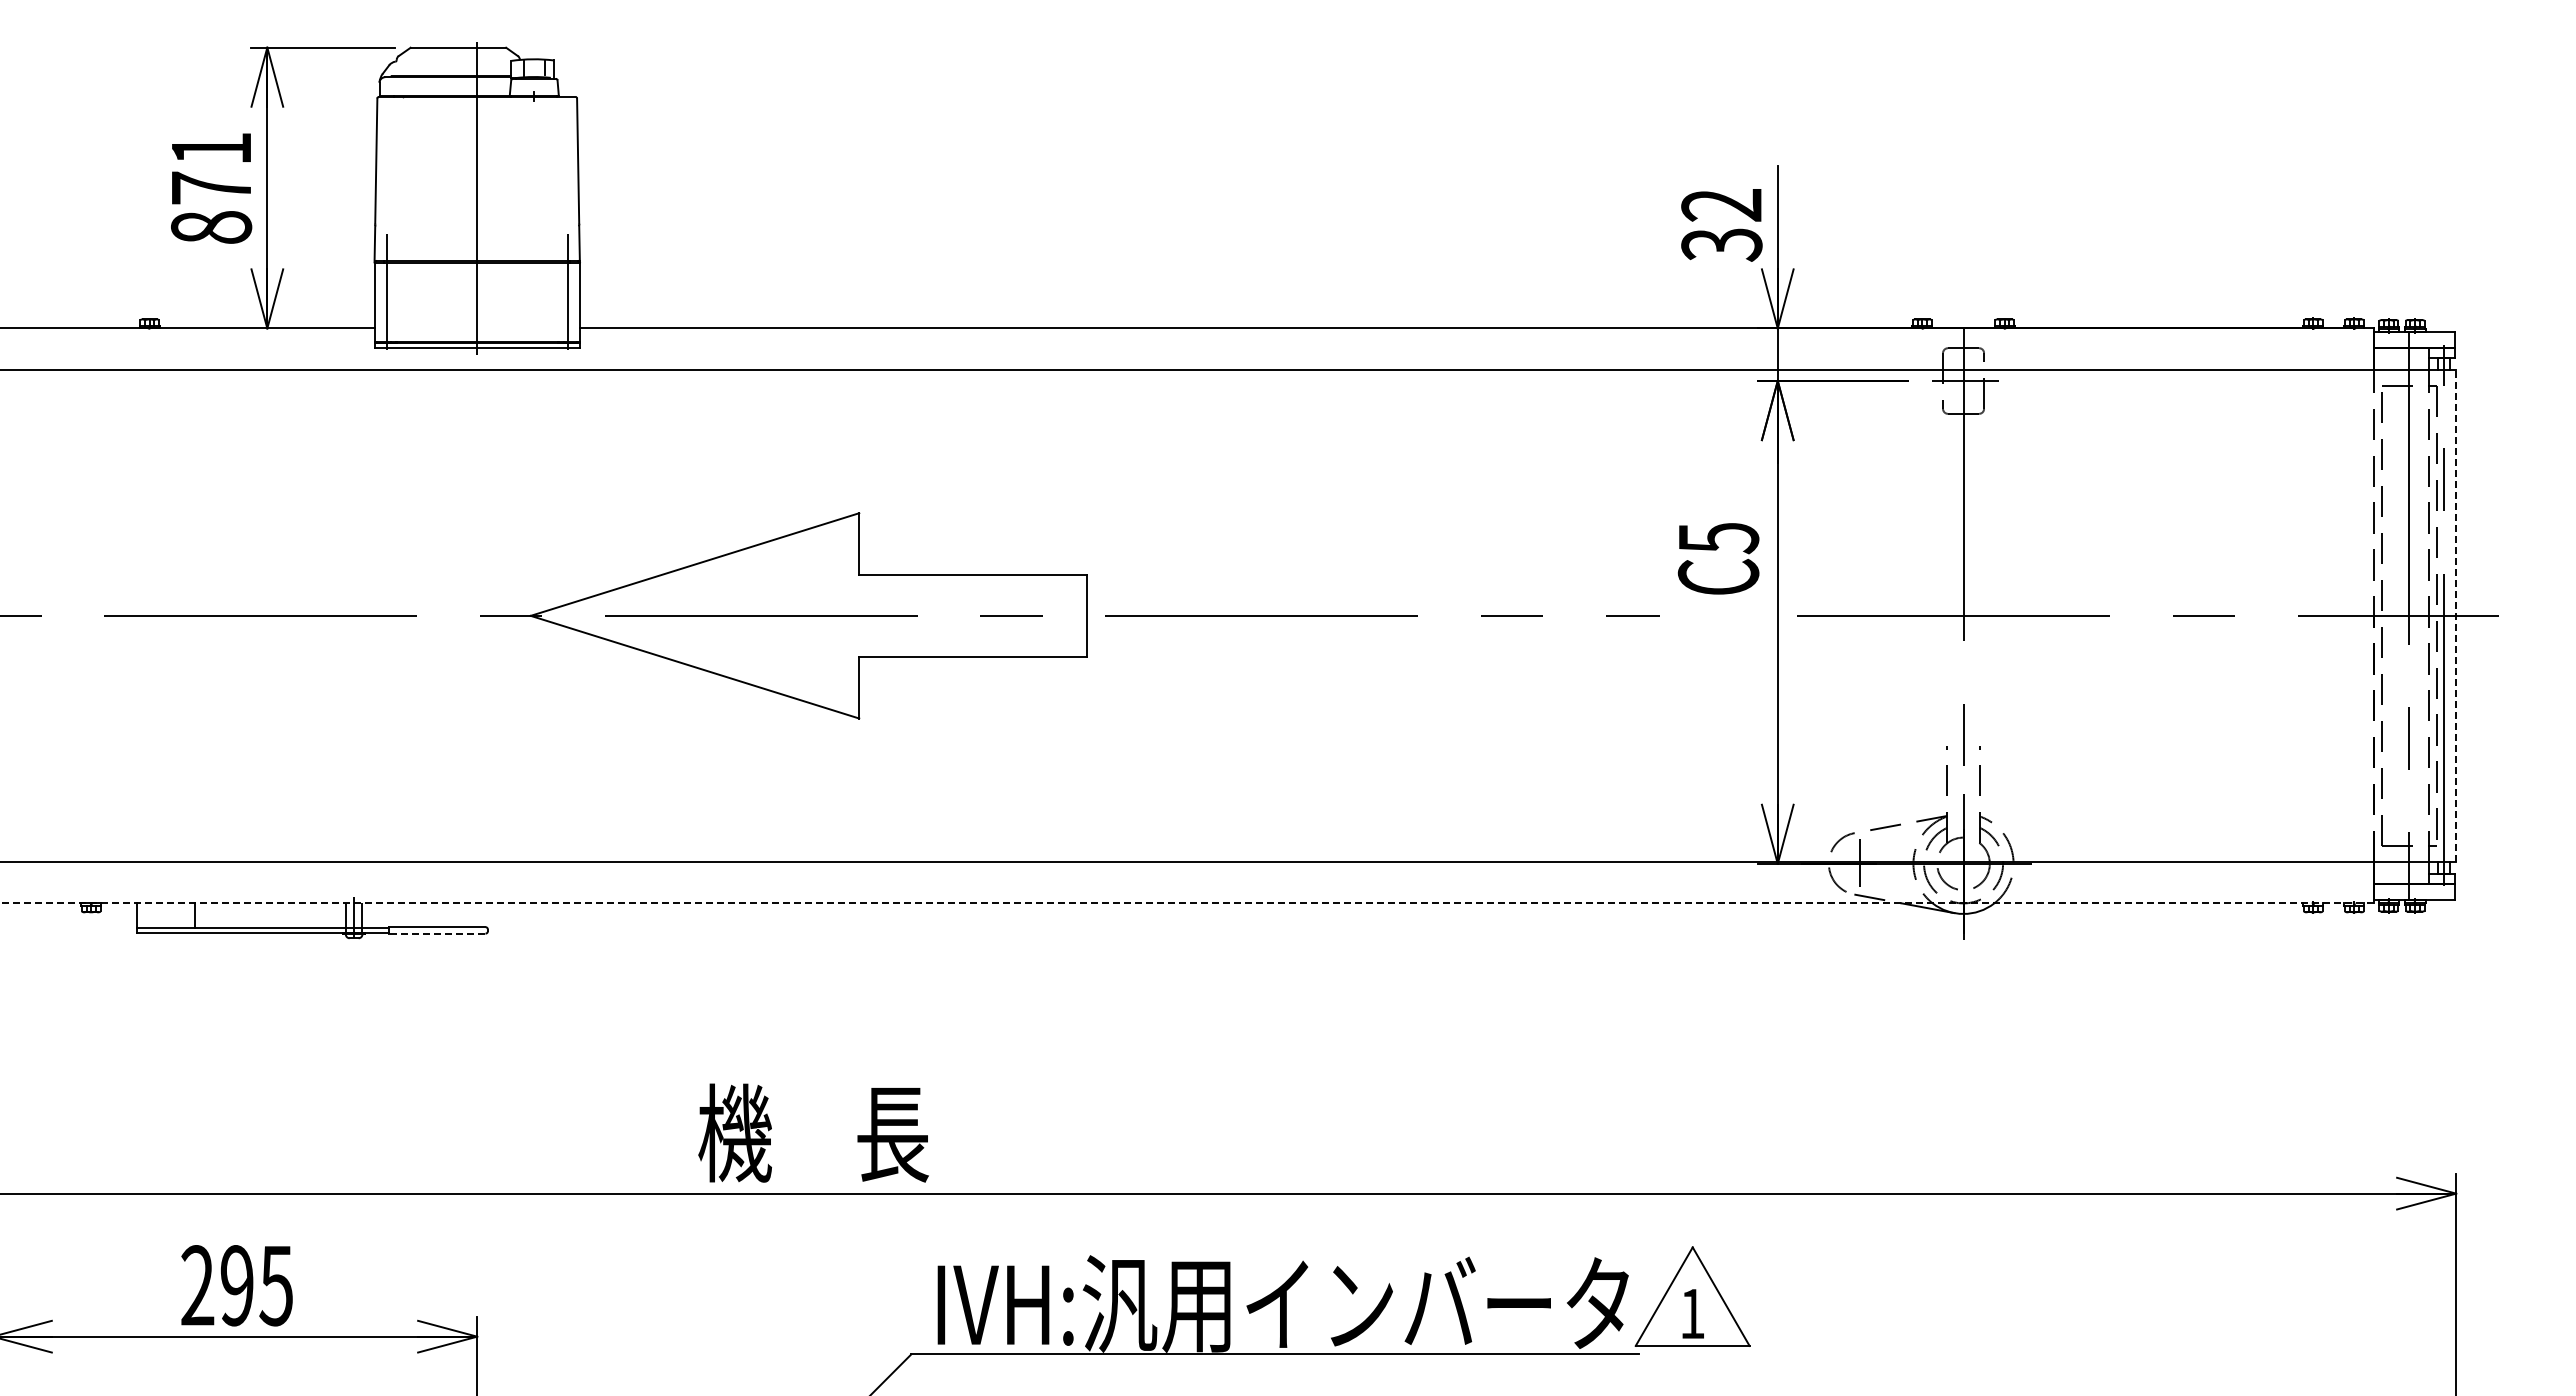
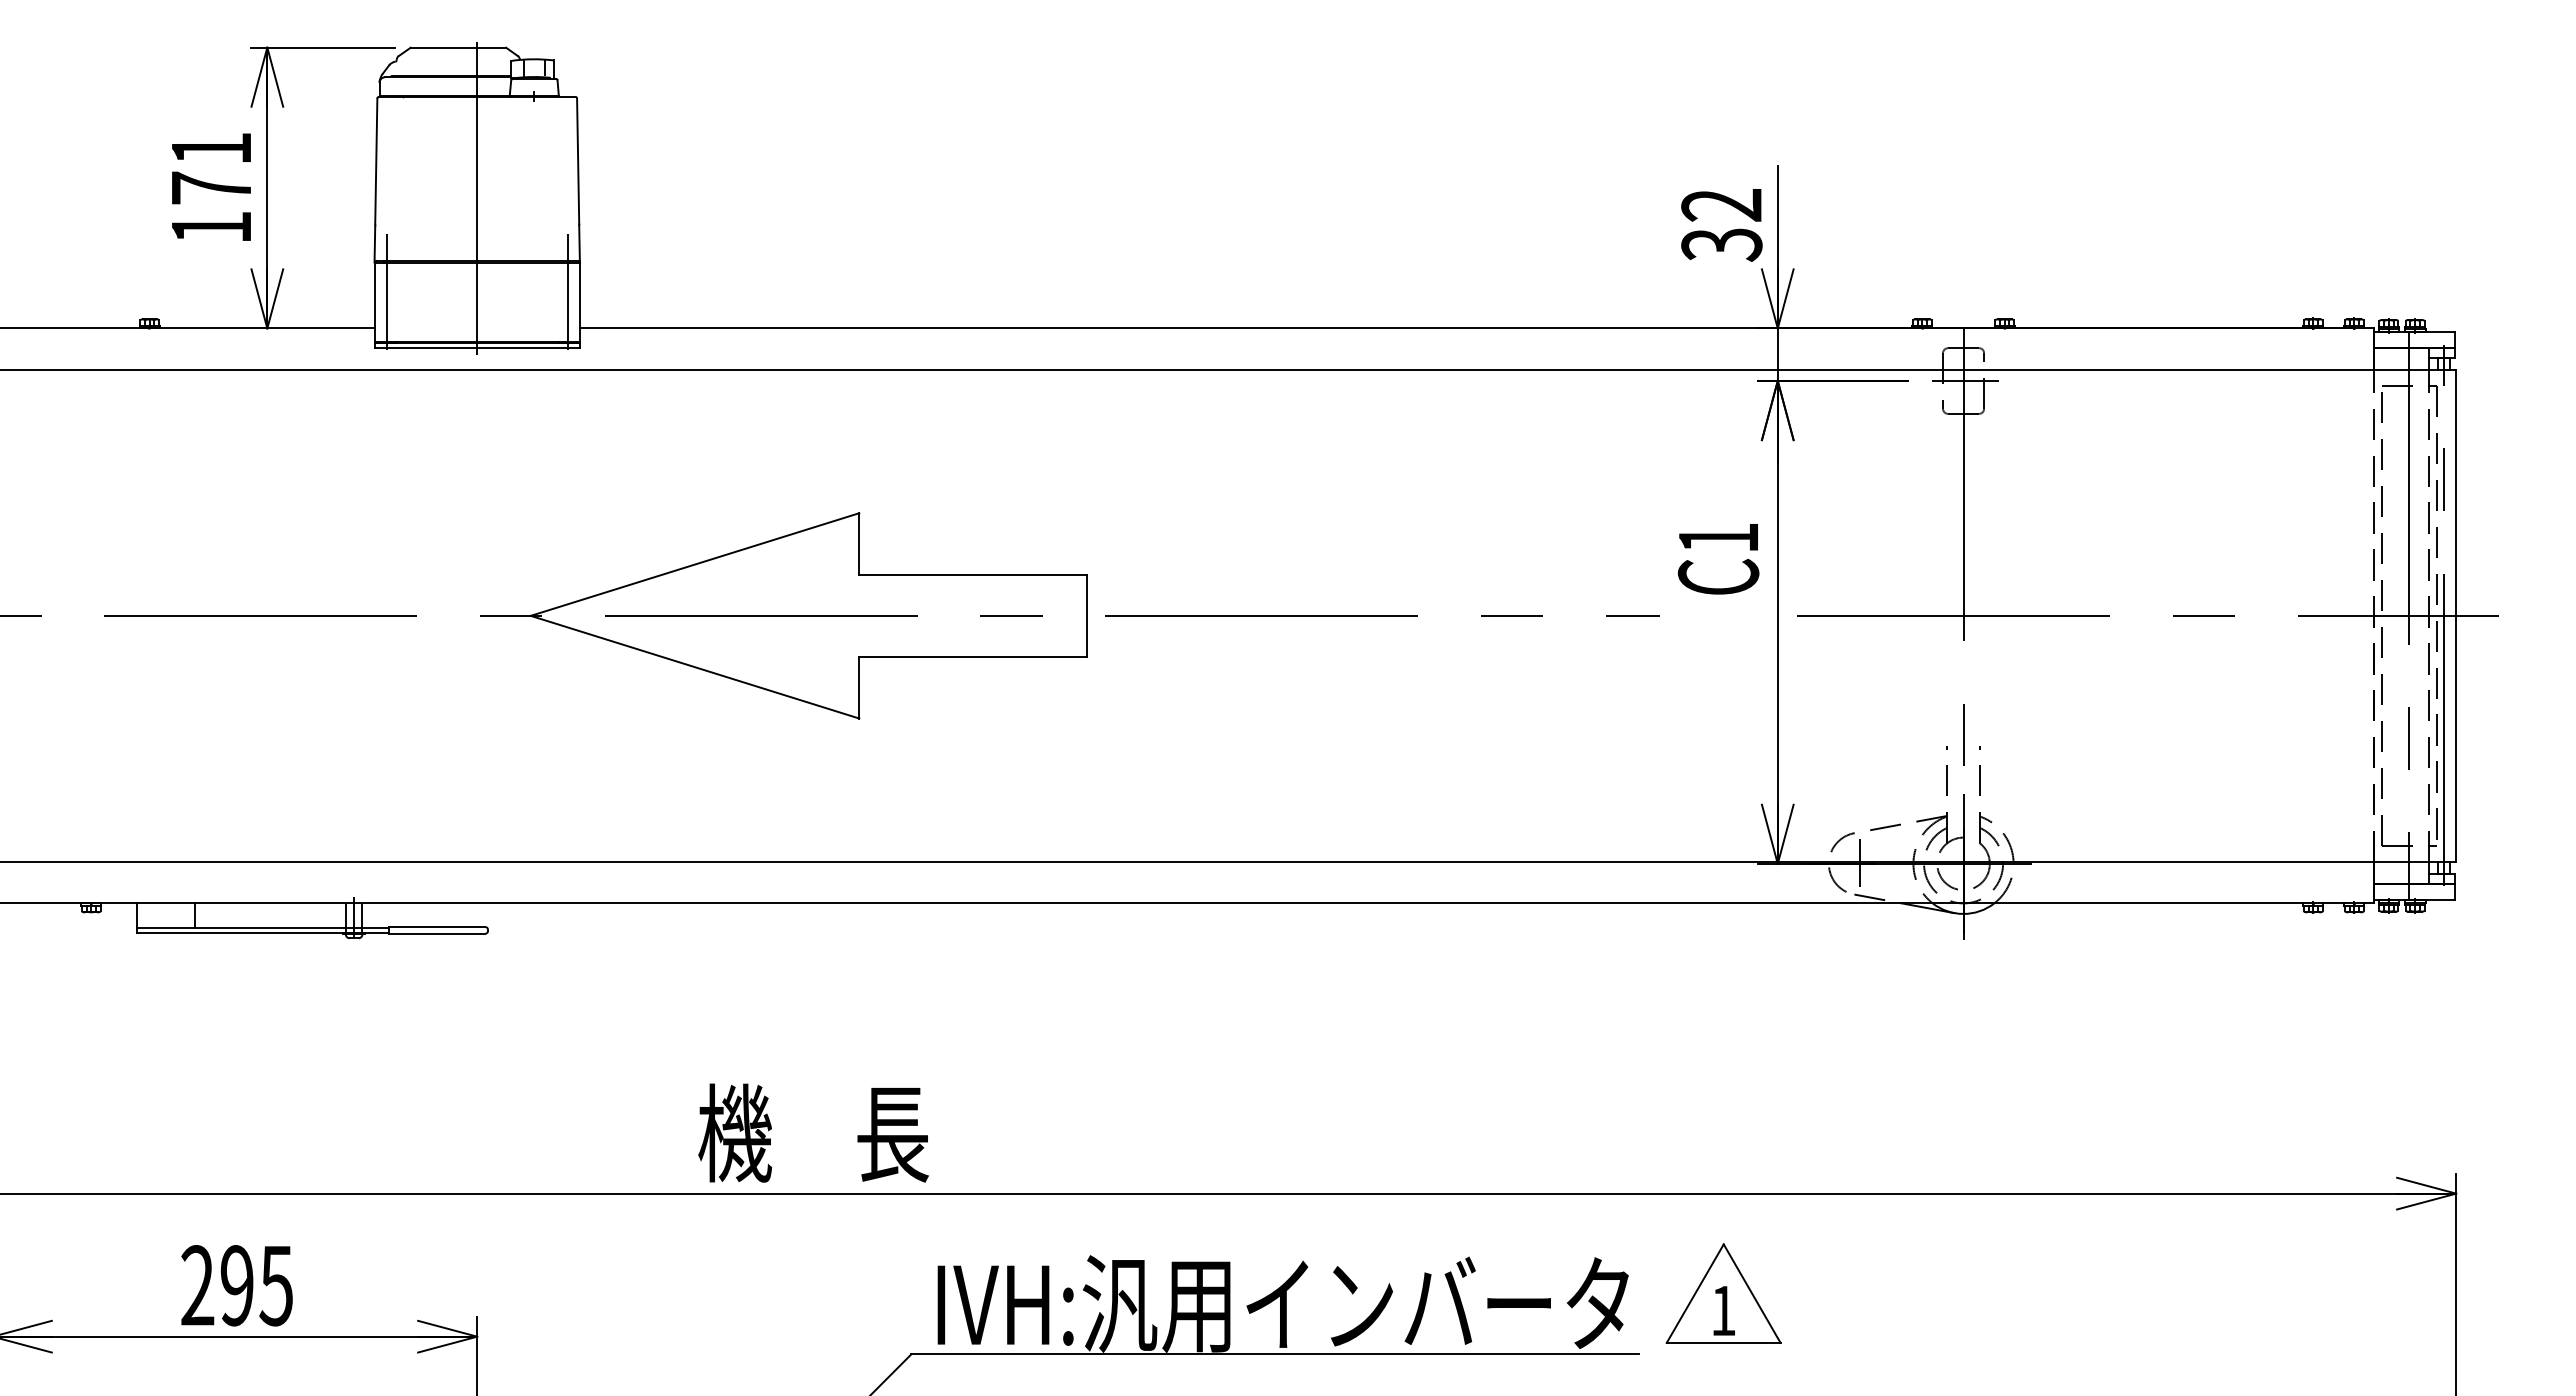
text at (211, 227): 871 -> 171
text at (1719, 538): C5 -> C1
line at (2456, 615): dashed -> solid
line at (1187, 903): dashed -> solid
line at (436, 933): dashed -> solid
part at (1692, 1296) position: (1692, 1296) -> (1723, 1293)
